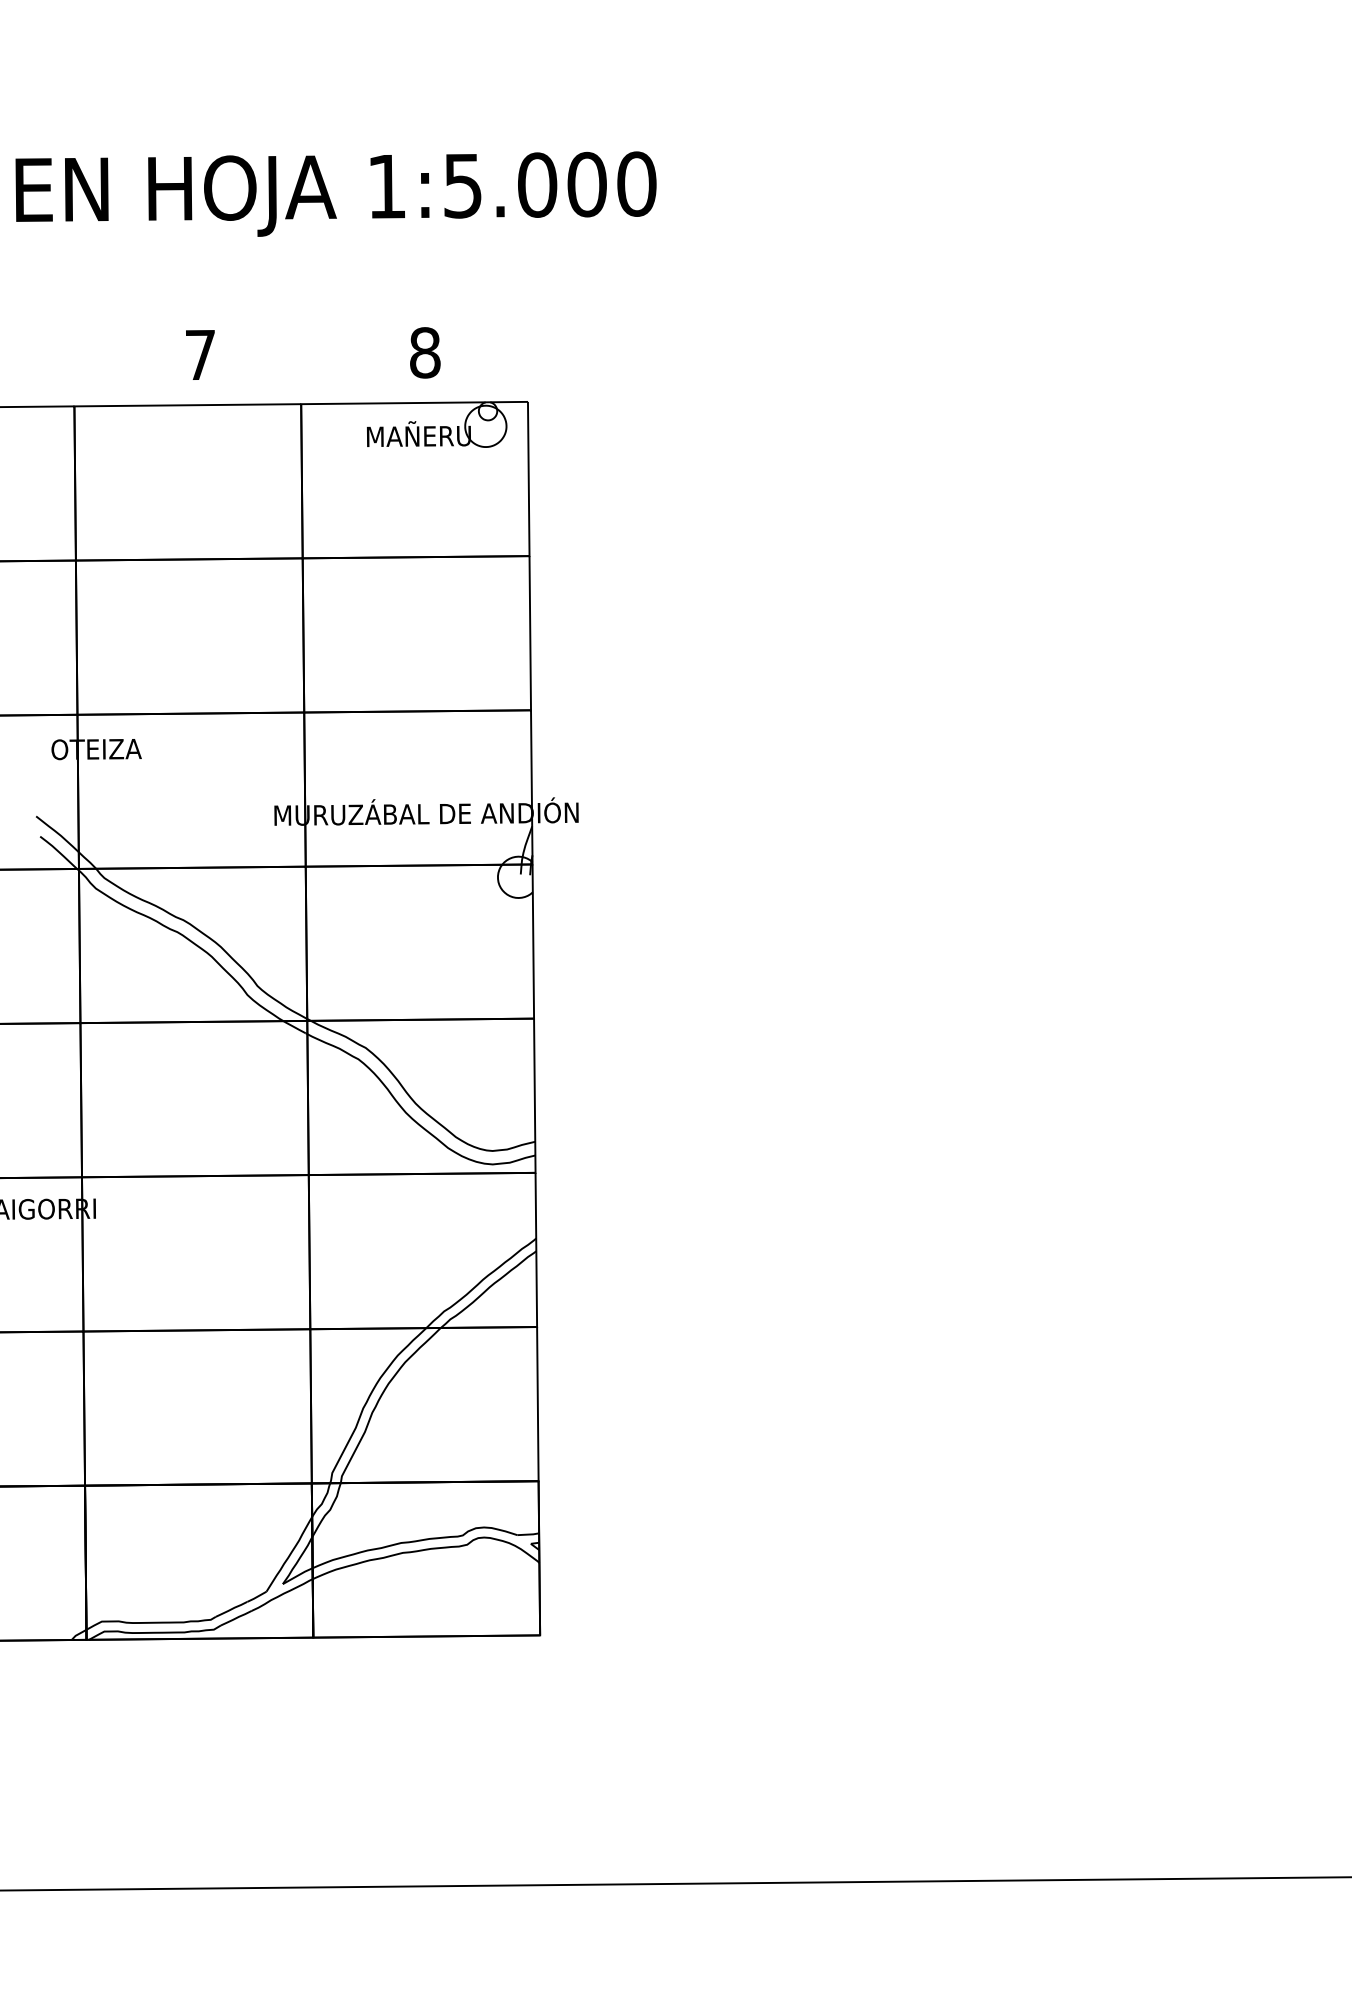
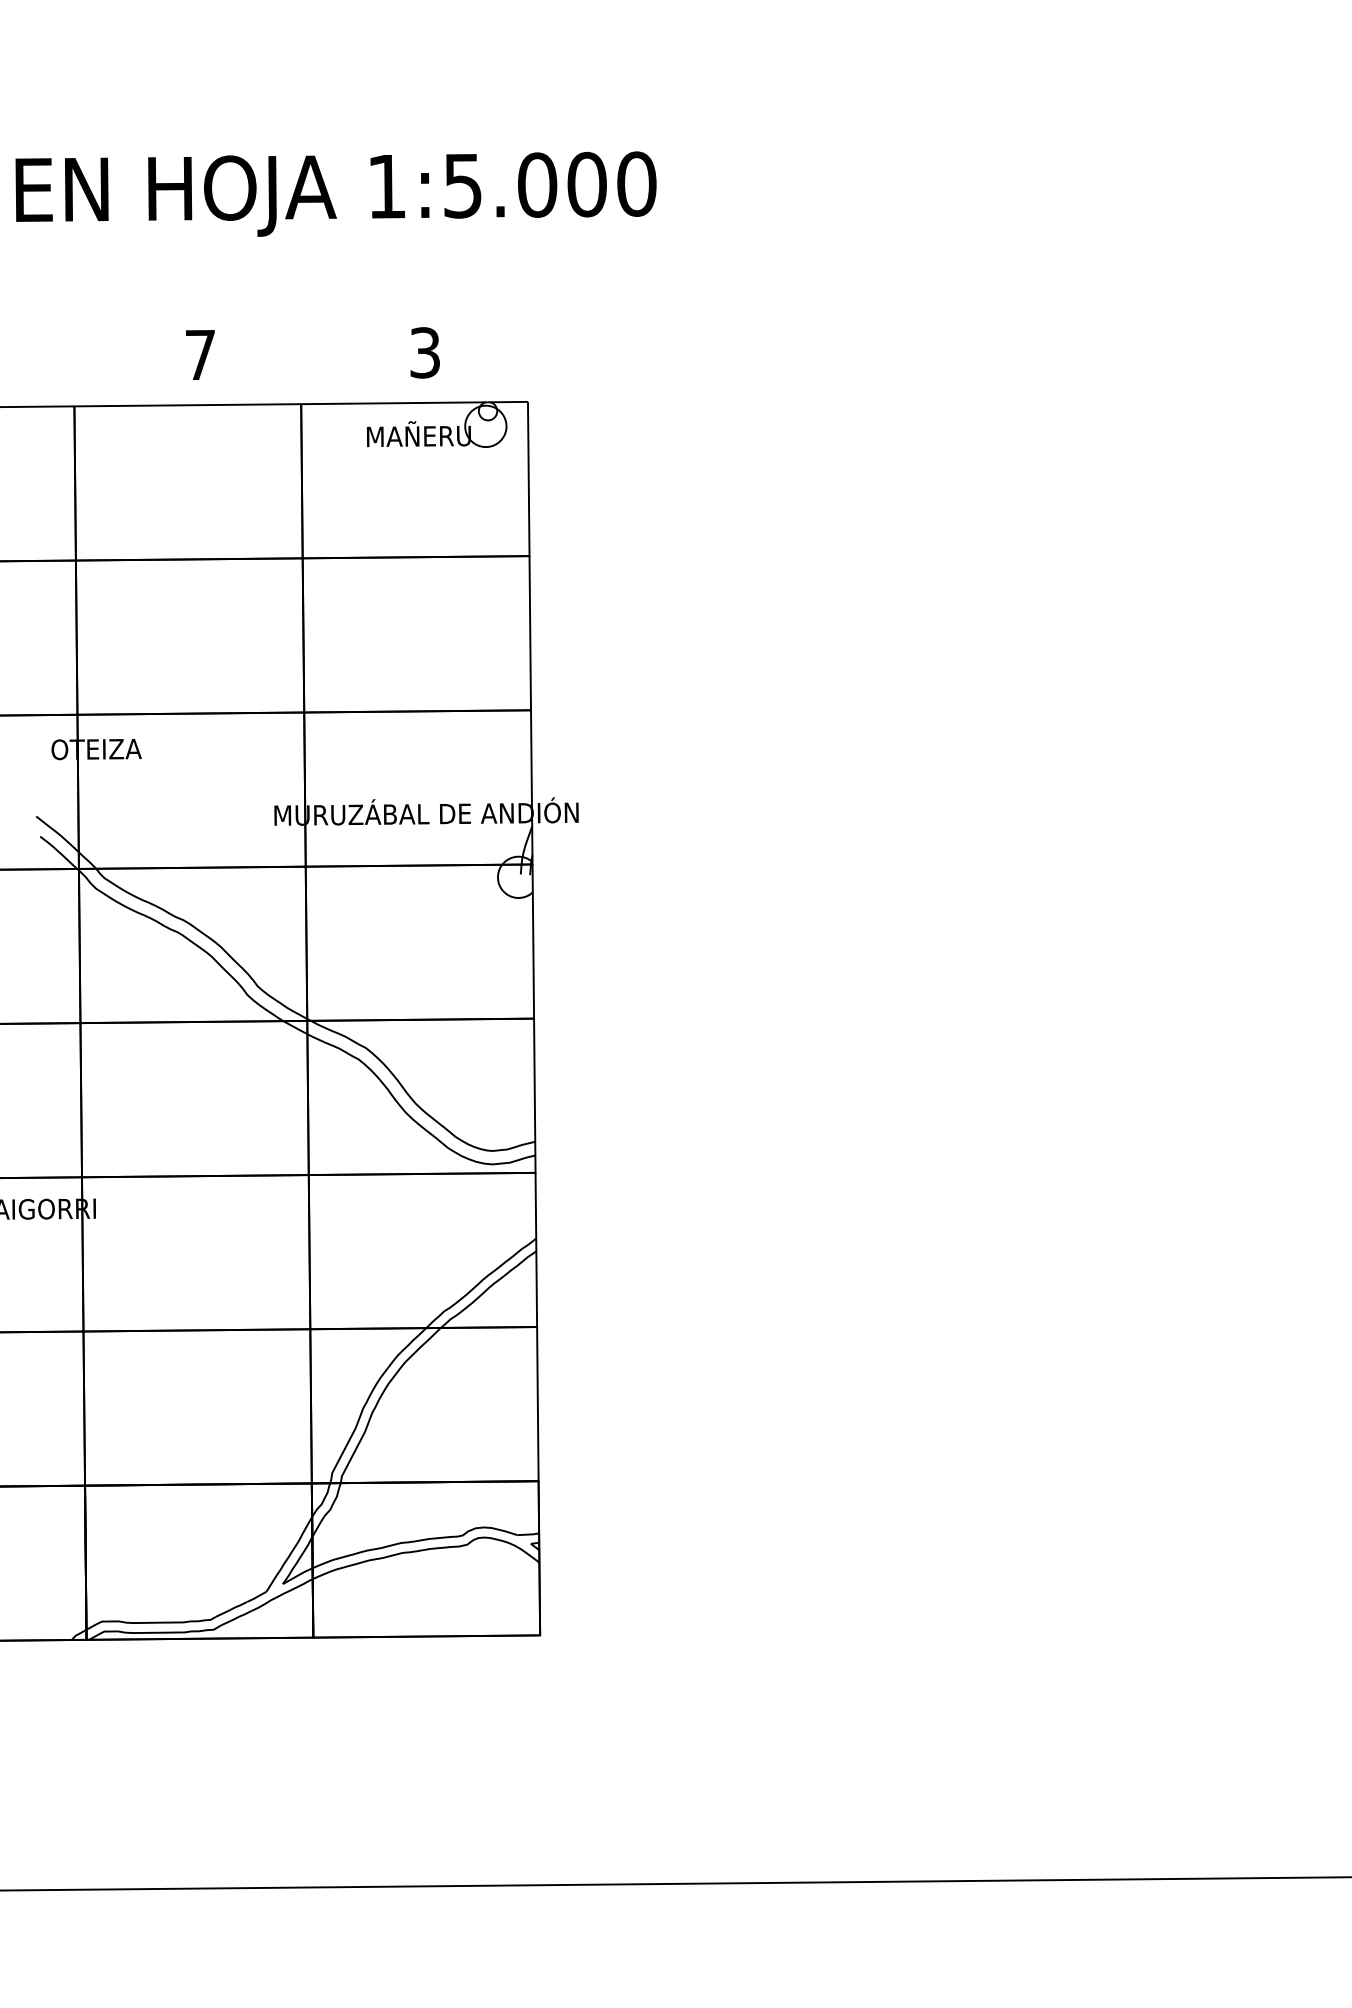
text at (425, 352): 8 -> 3
